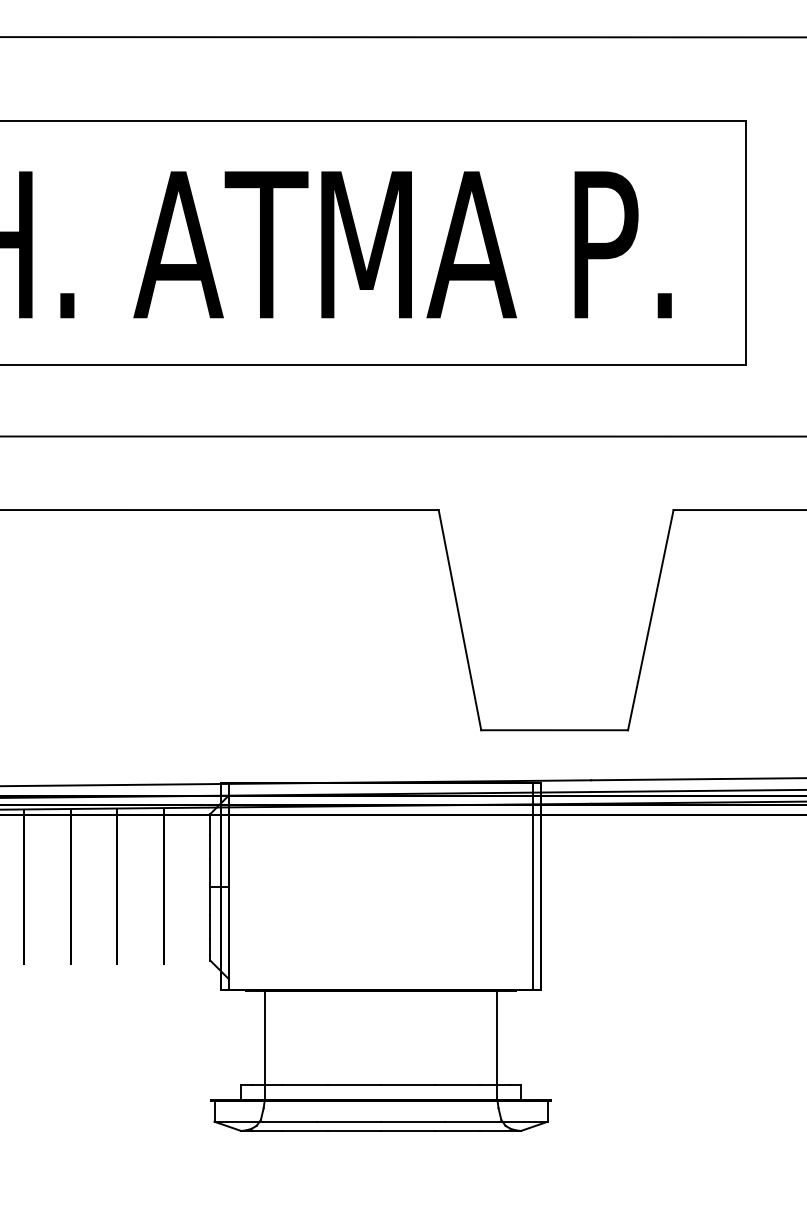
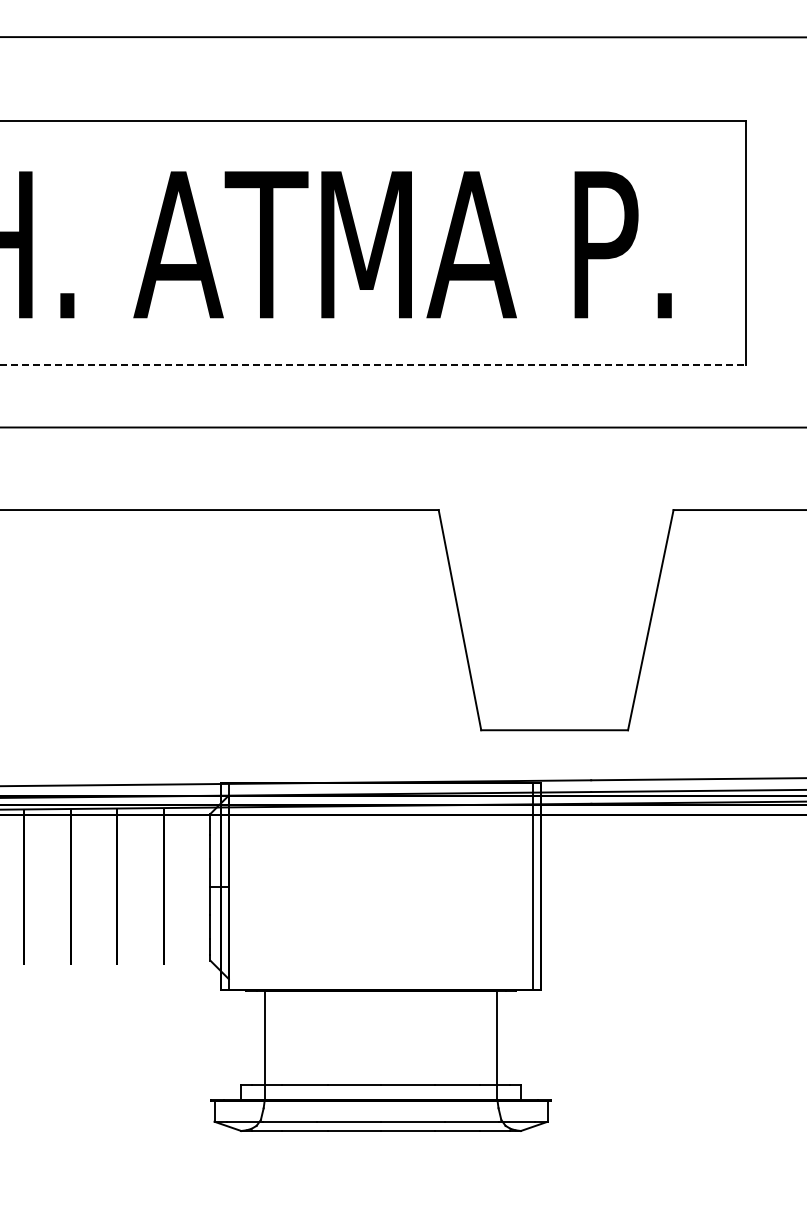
line at (373, 365): solid -> dashed
line at (402, 436) position: (402, 436) -> (402, 427)
